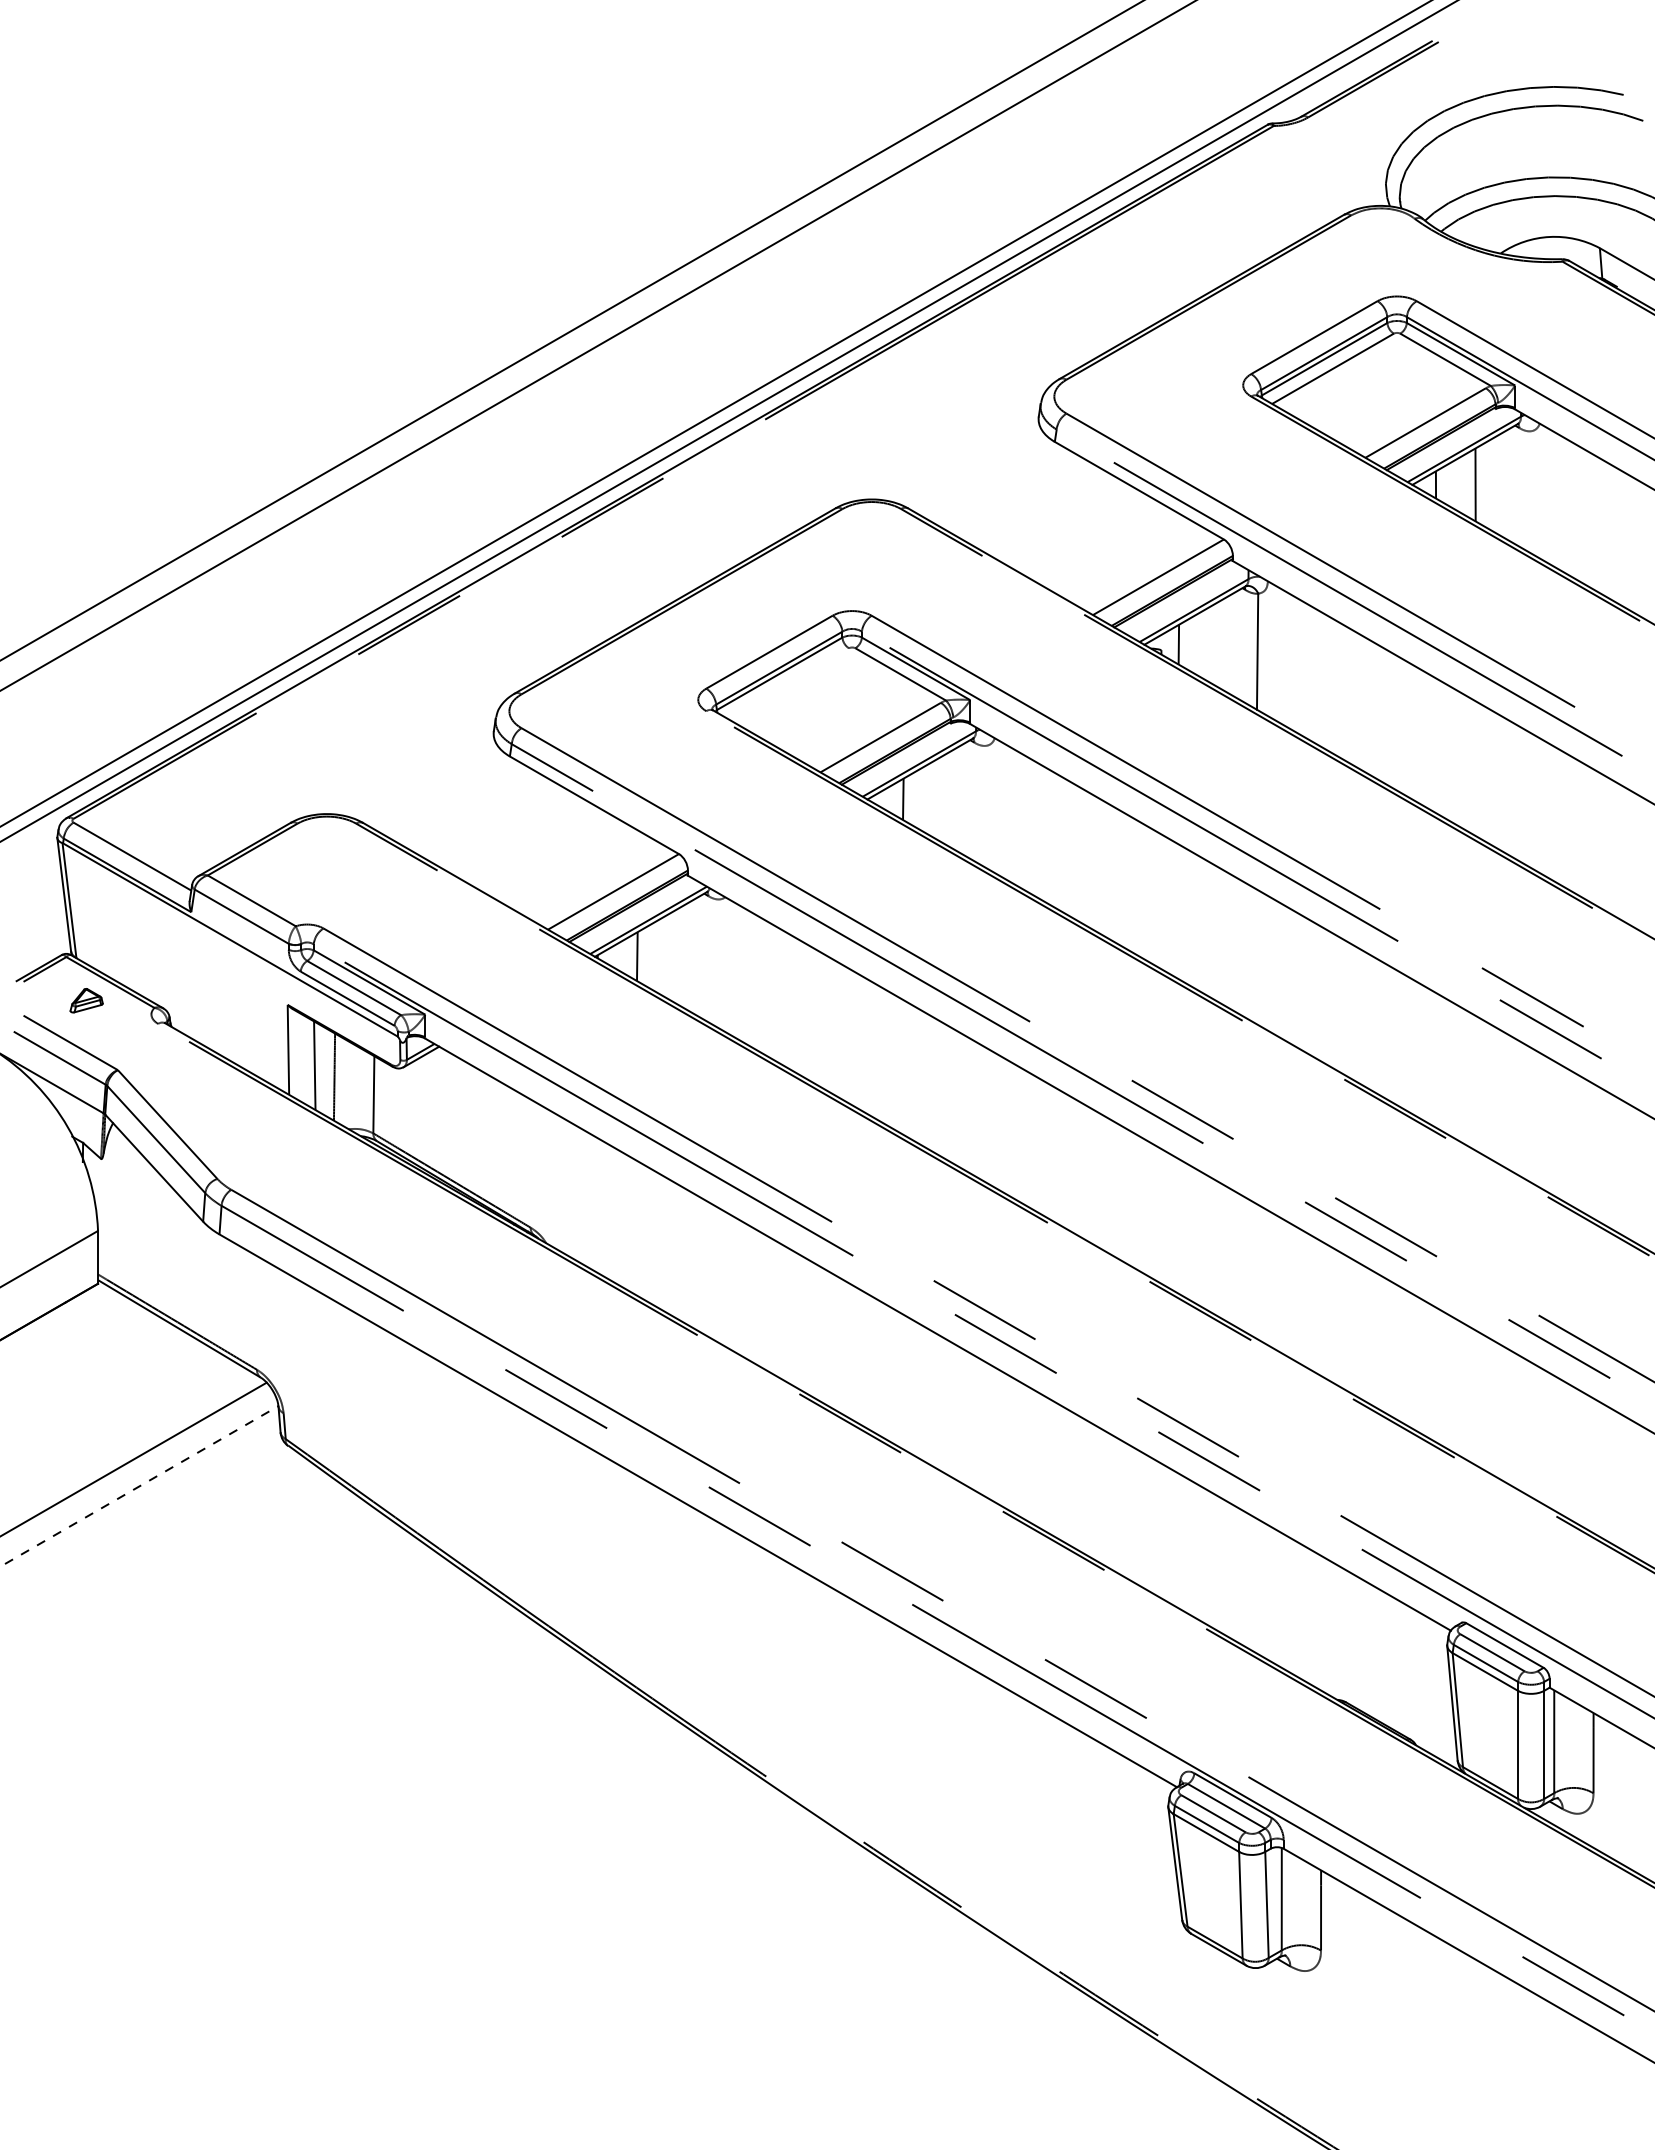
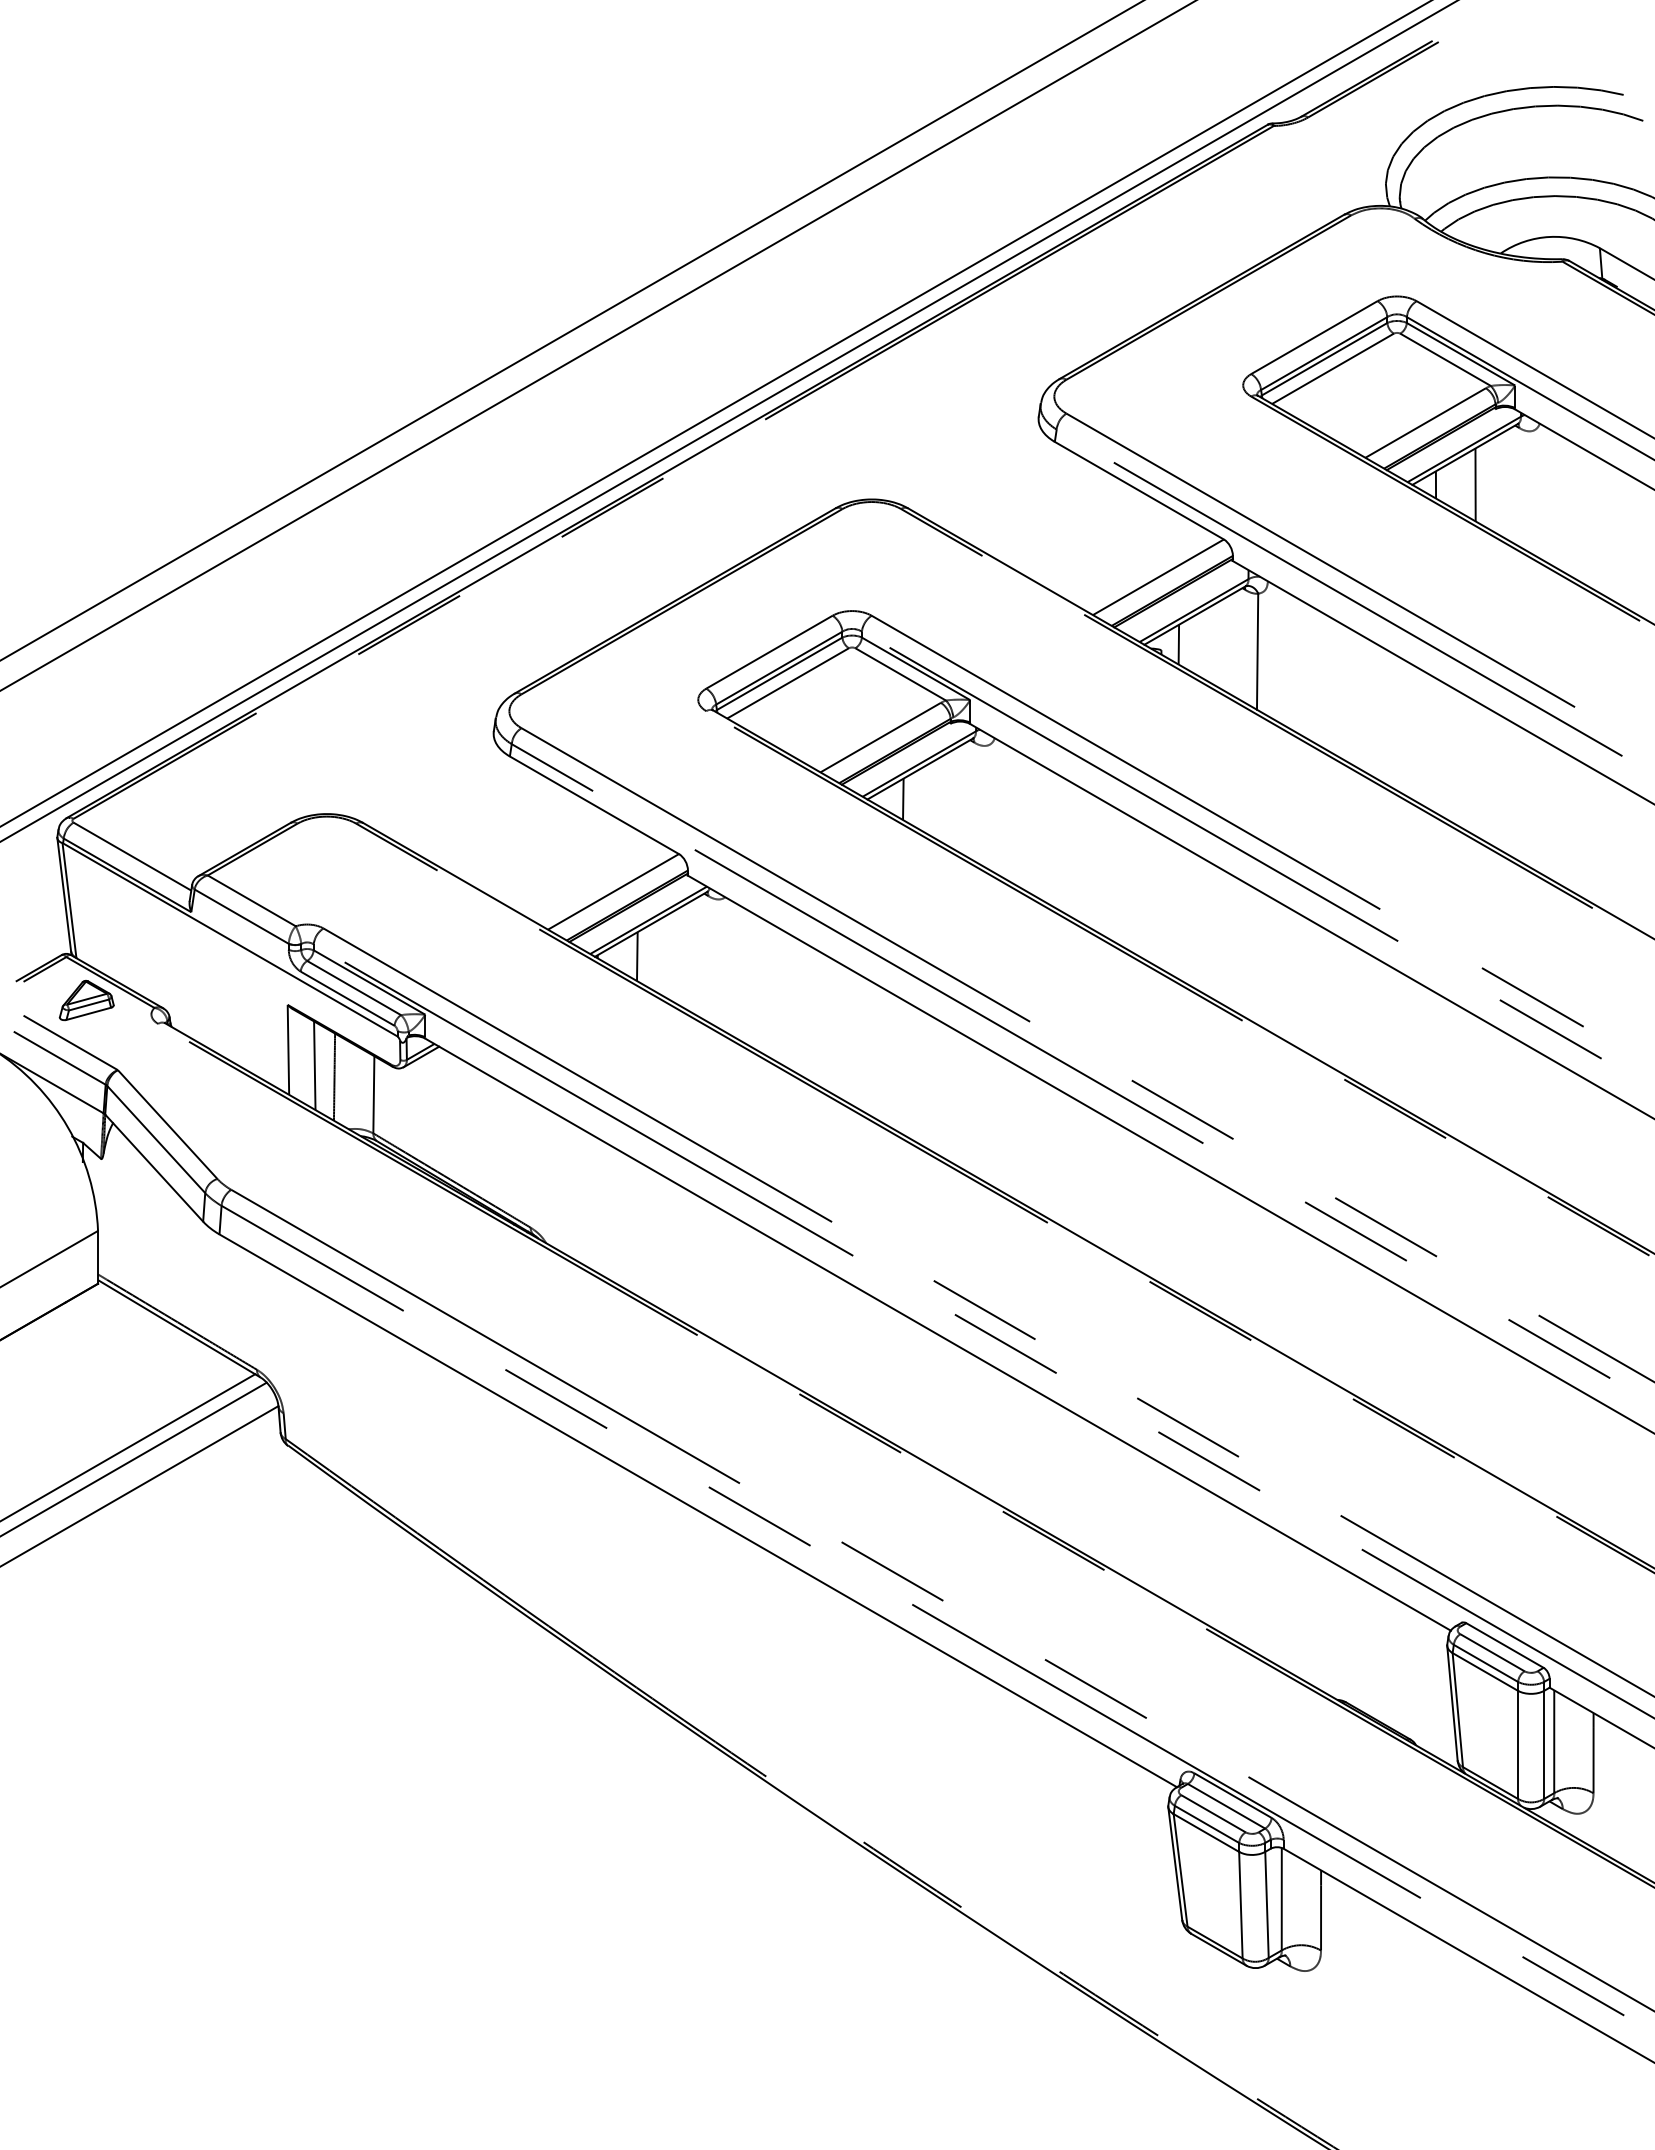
line at (787, 683): none -> present
part at (86, 1000) size: 35x26 px -> 57x42 px
line at (128, 1447): none -> present
line at (139, 1486): dashed -> solid
